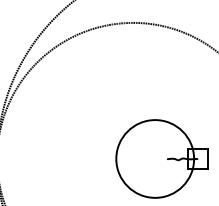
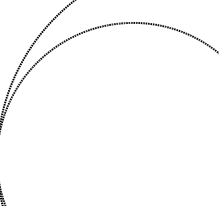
part at (161, 158): present -> none
